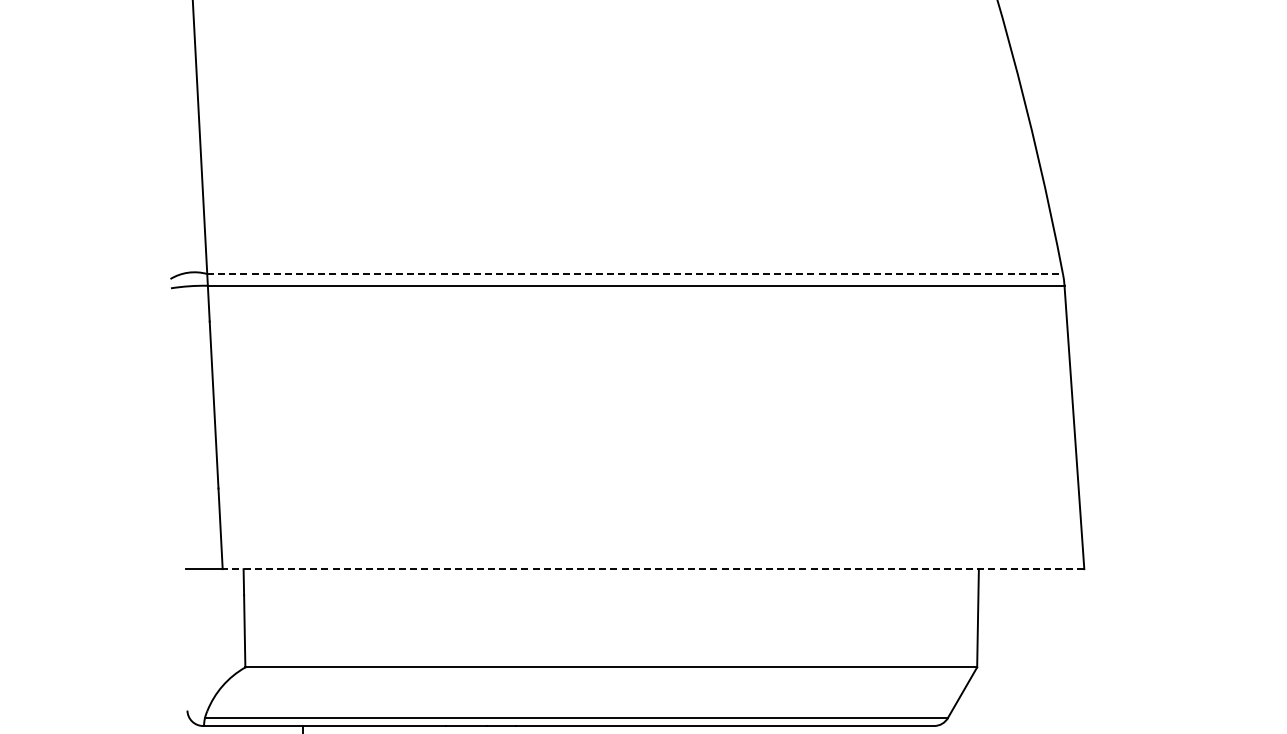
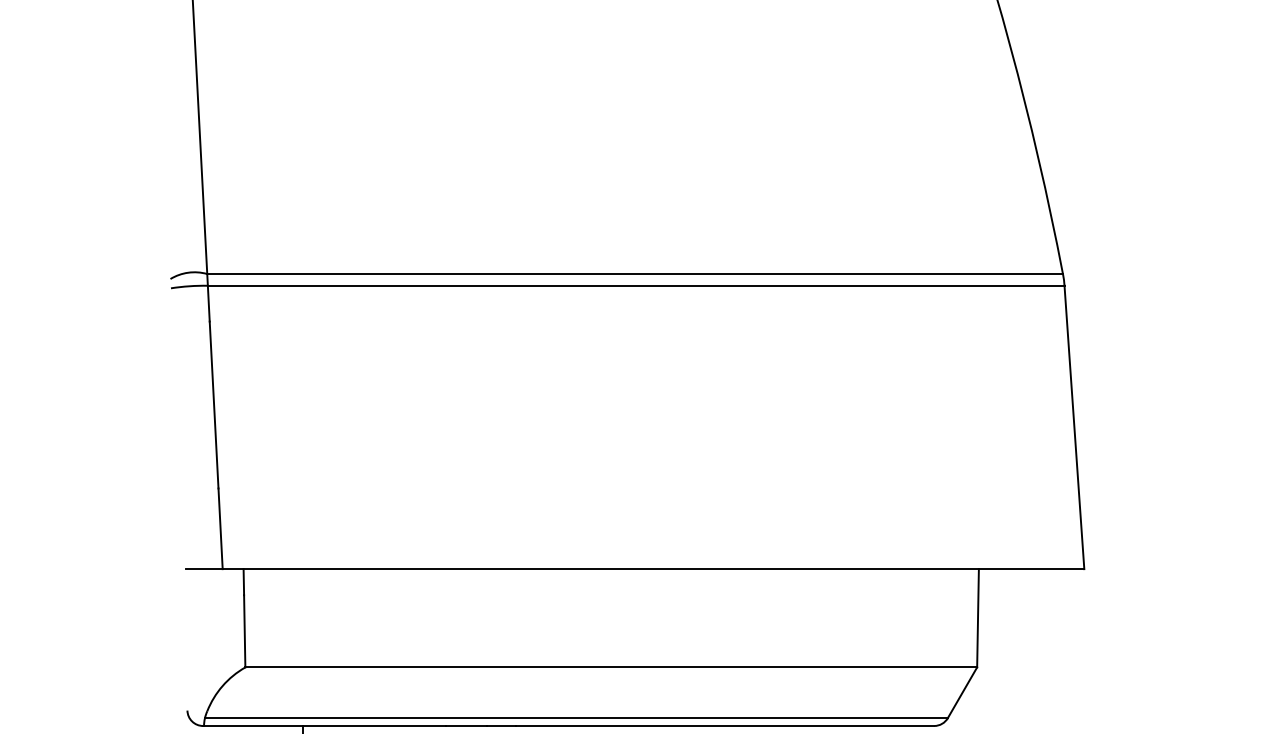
line at (635, 274): dashed -> solid
line at (653, 569): dashed -> solid
